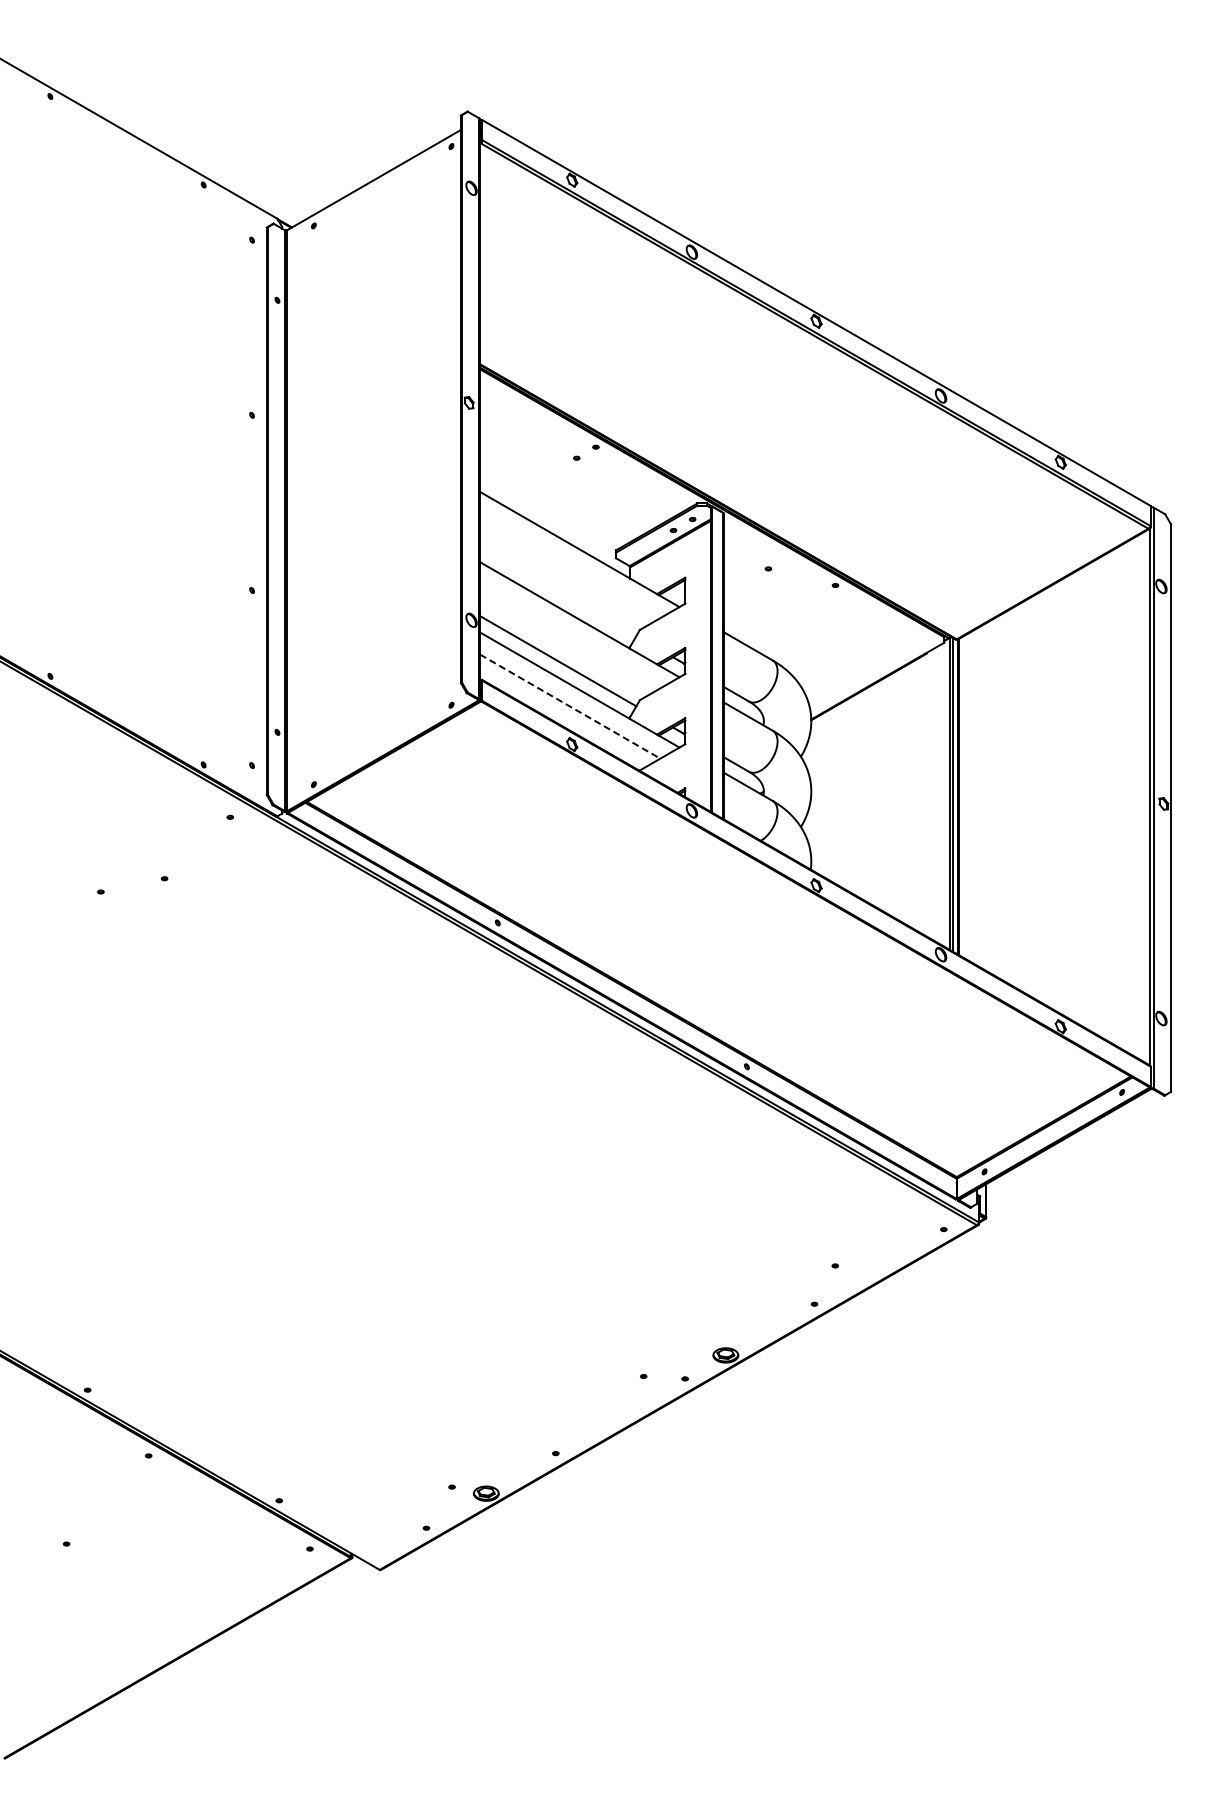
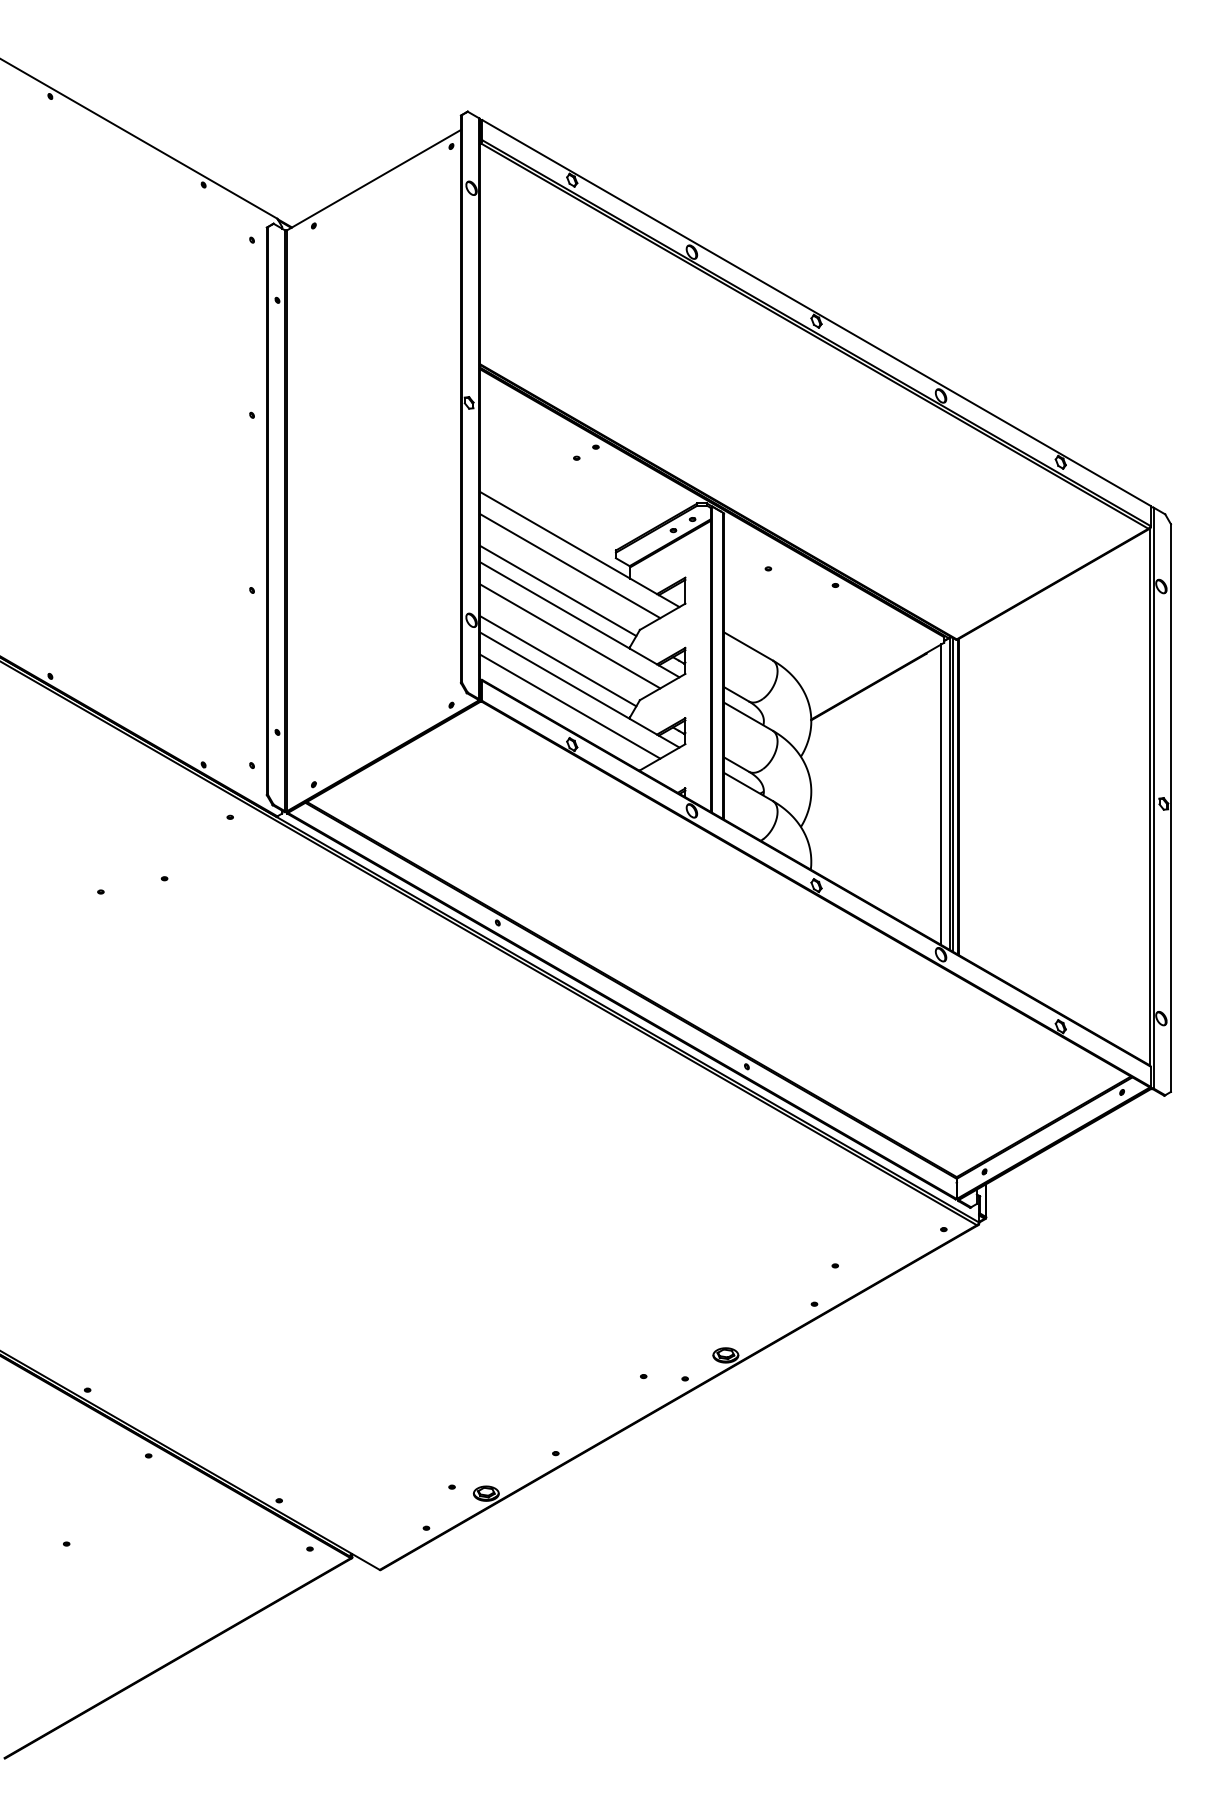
line at (570, 566): none -> present
line at (558, 590): none -> present
line at (570, 636): none -> present
line at (570, 706): dashed -> solid
line at (941, 794): none -> present
